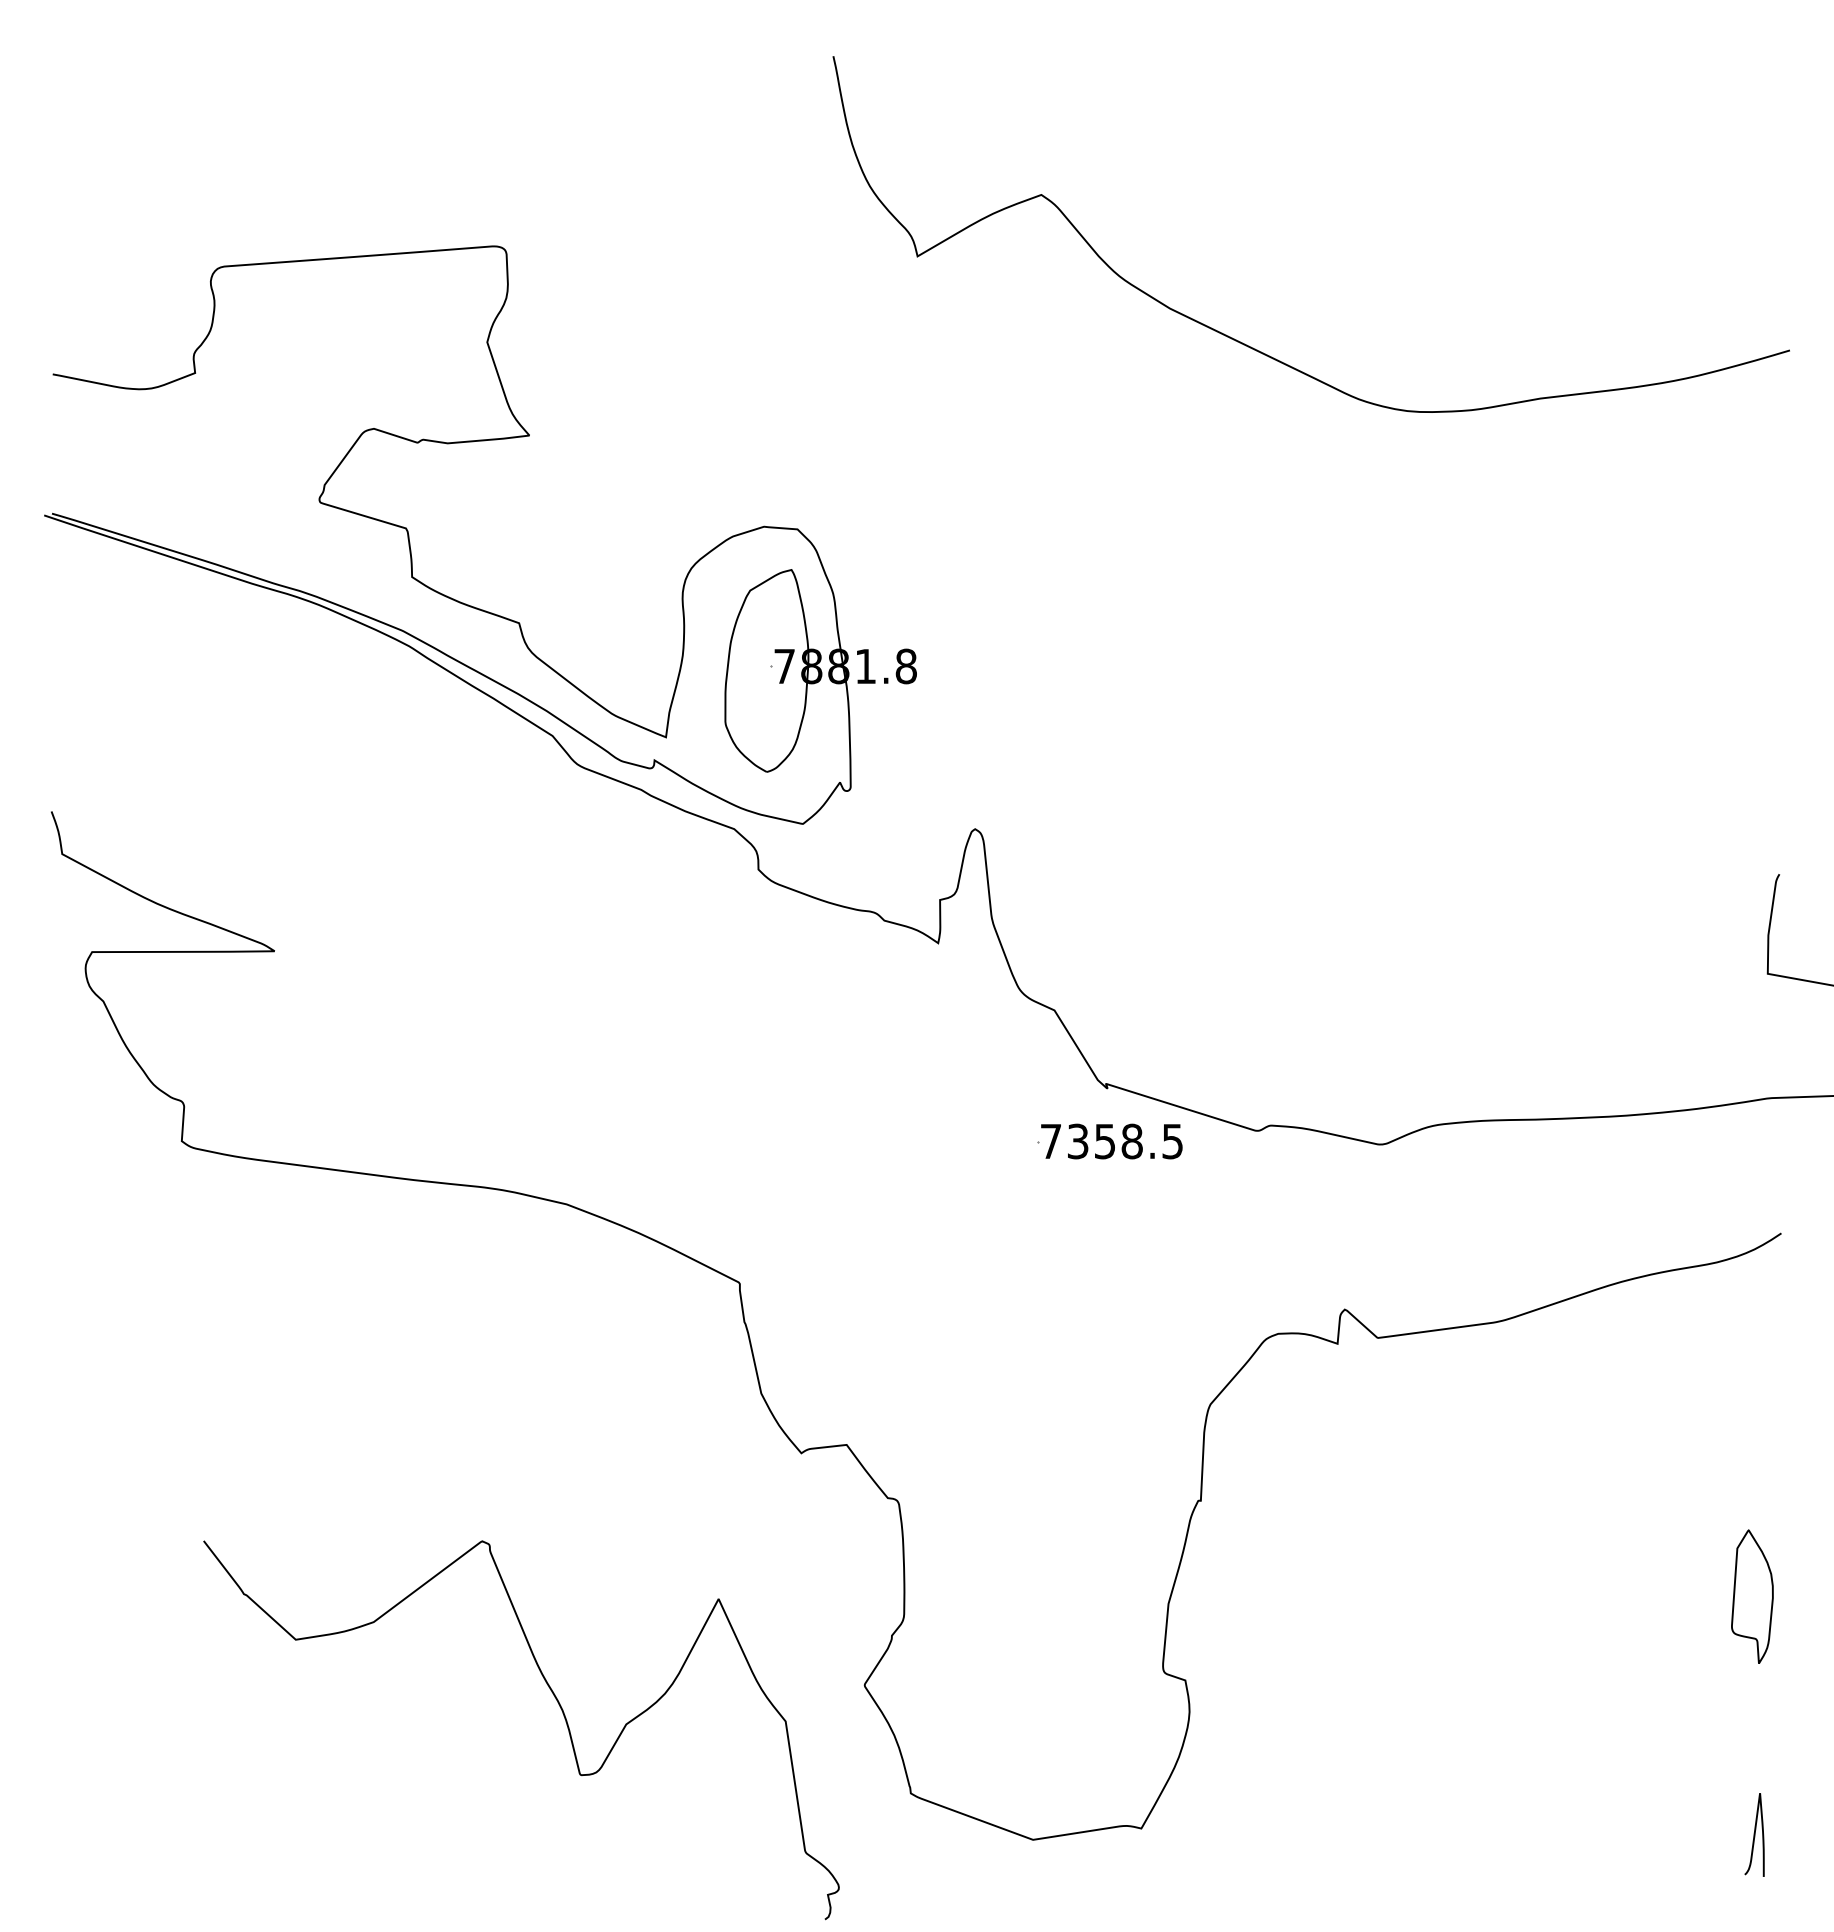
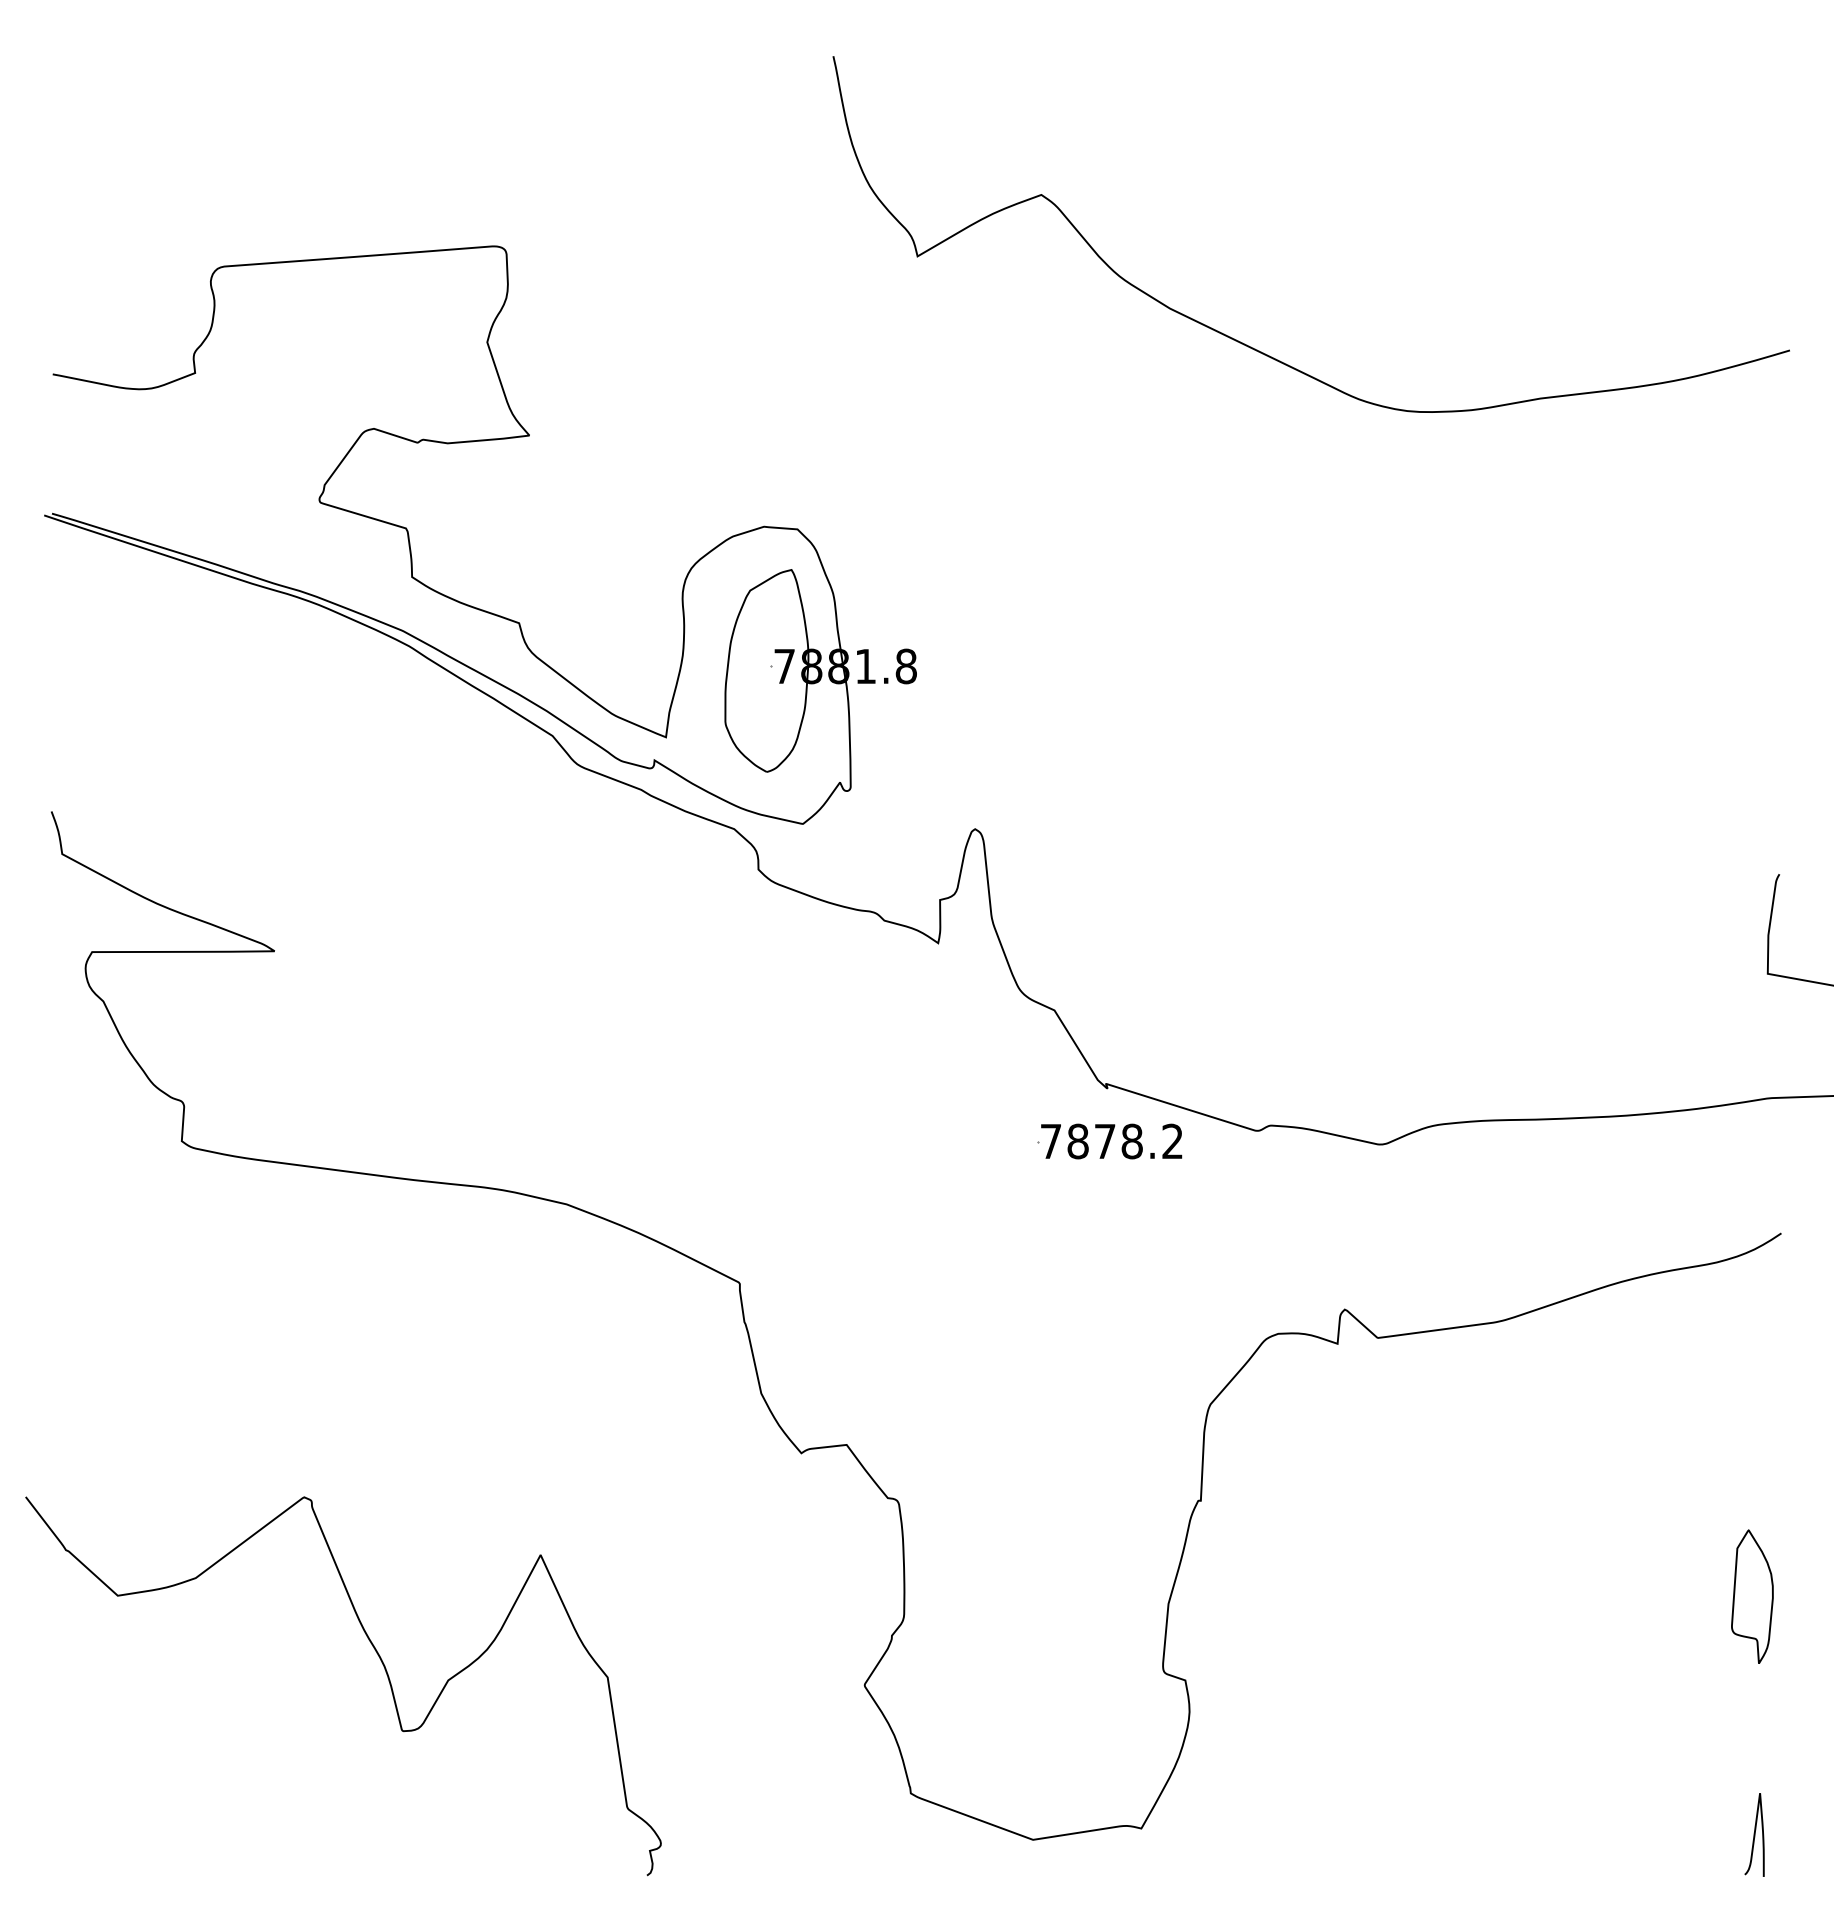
text at (1124, 1141): 7358.5 -> 7878.2
curve at (563, 1716) position: (563, 1716) -> (385, 1672)
